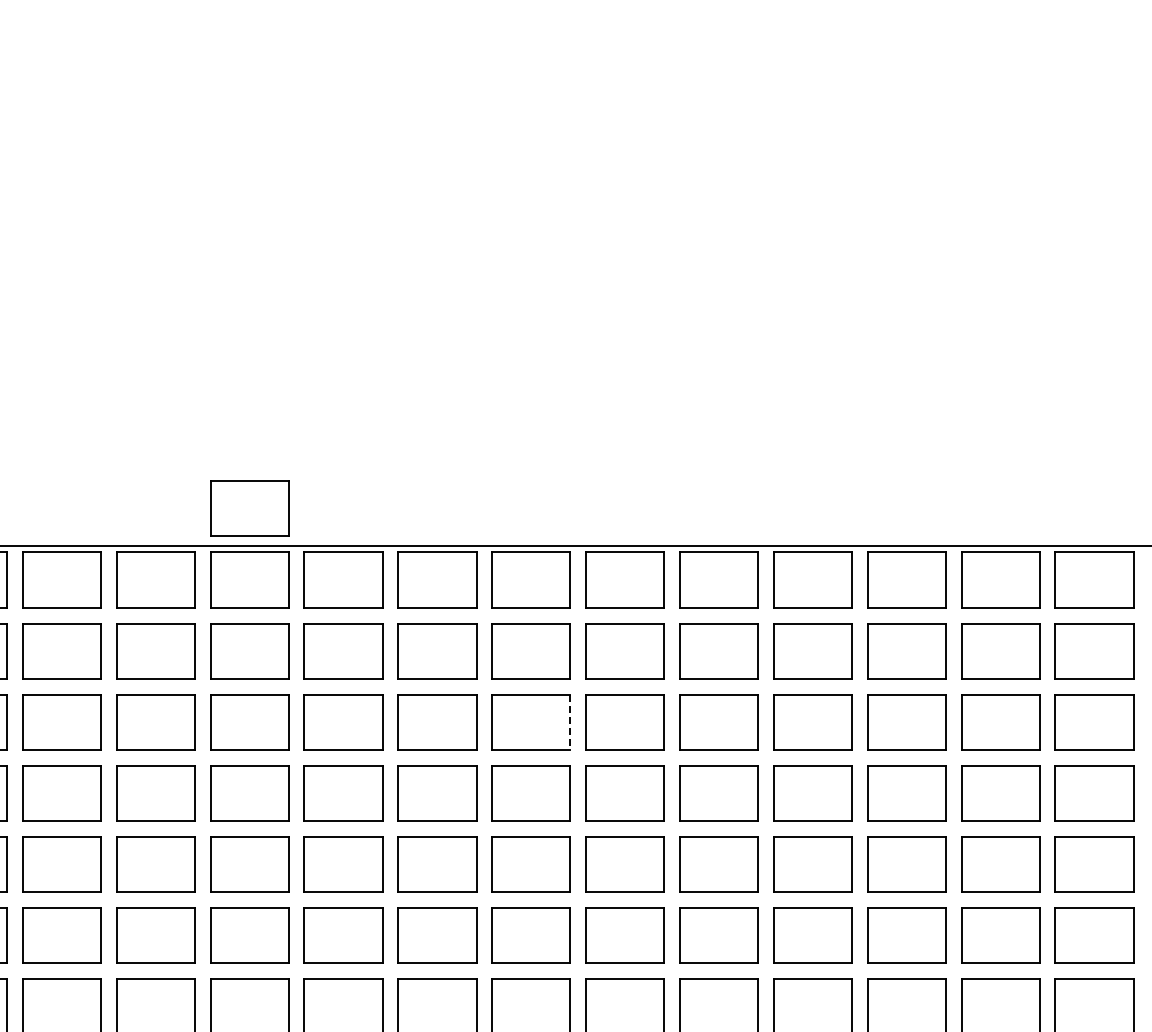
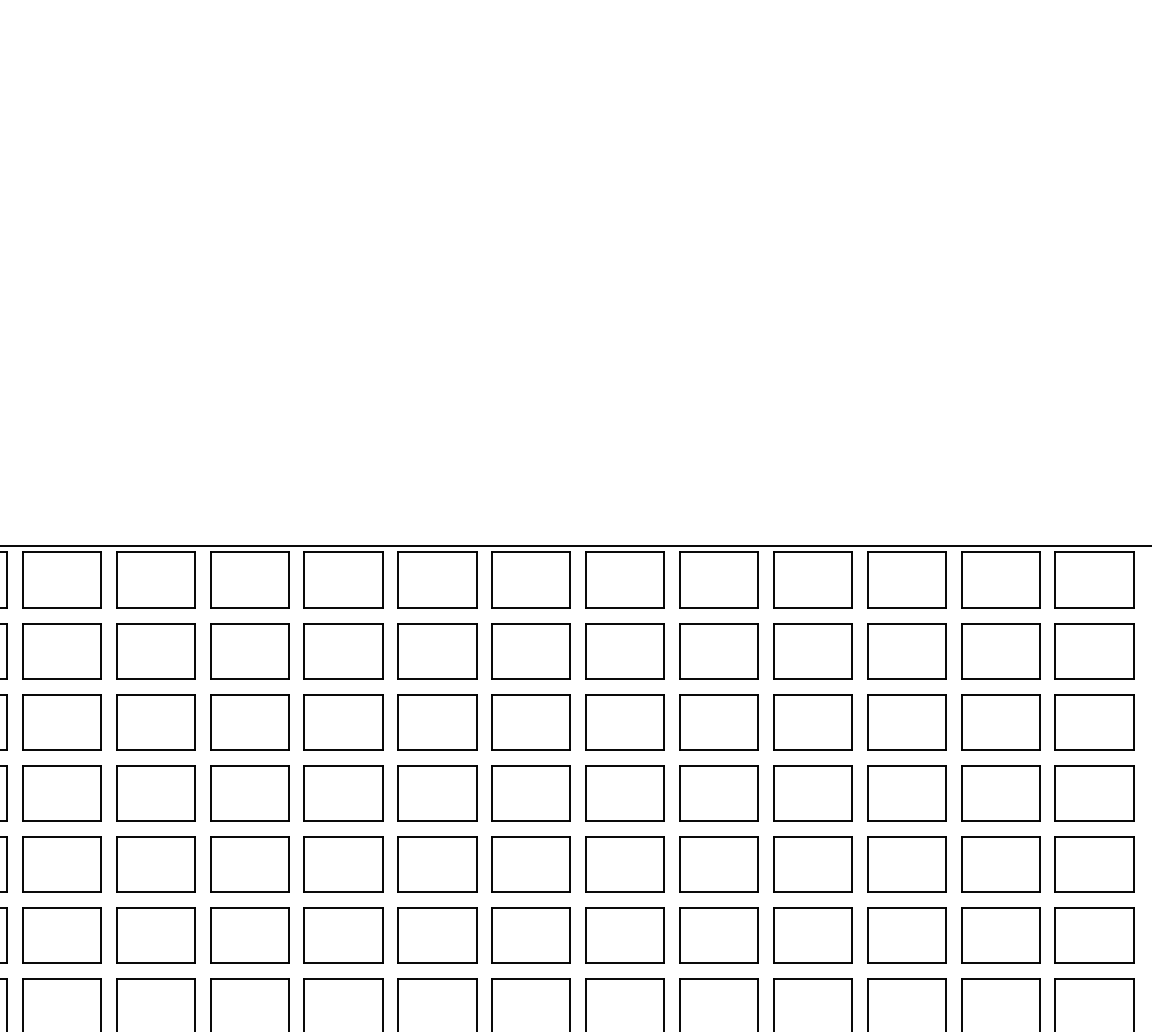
part at (249, 508): present -> none
line at (570, 722): dashed -> solid
